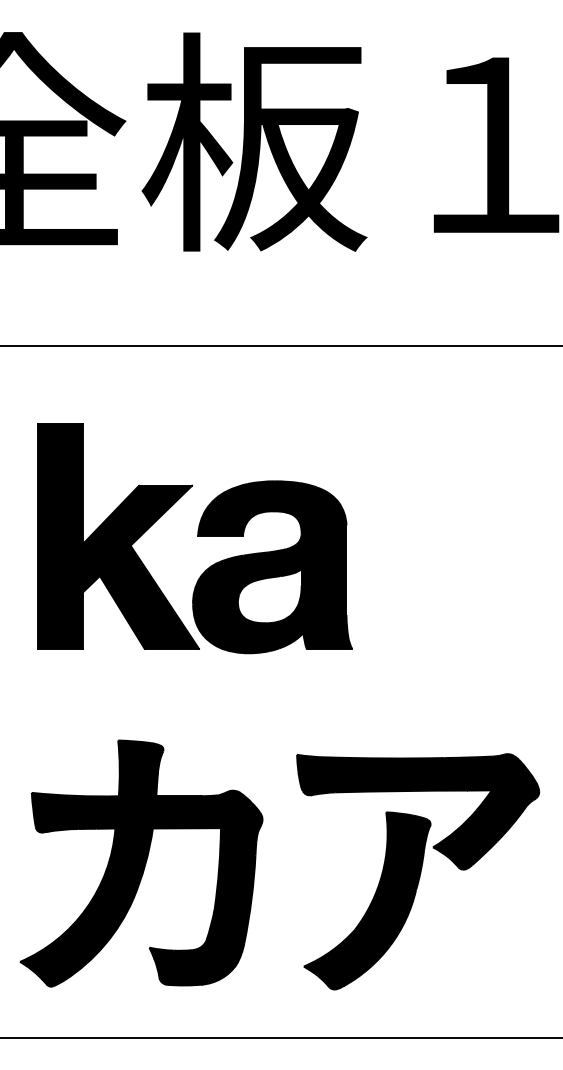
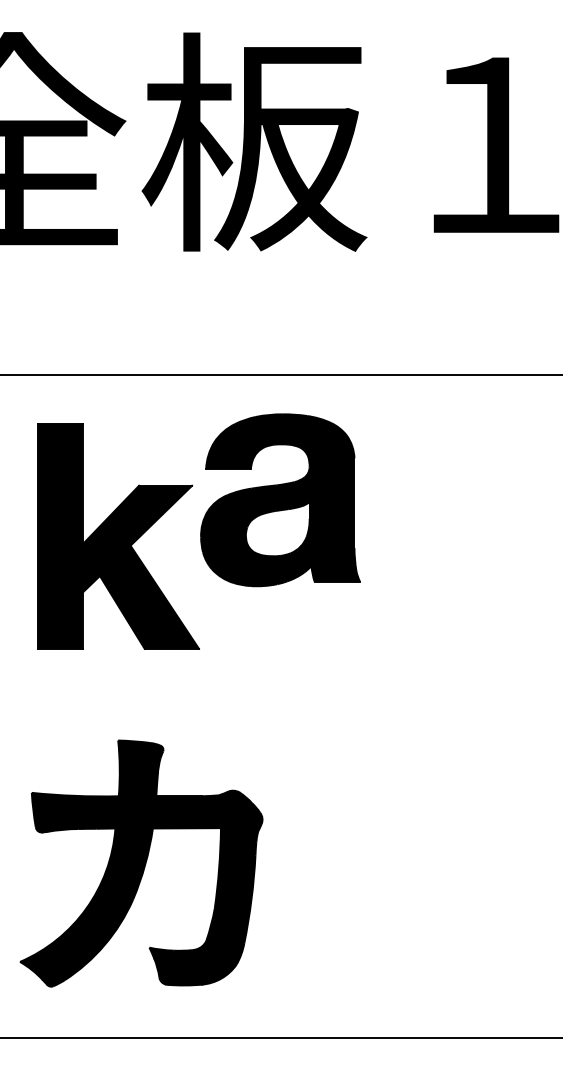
line at (280, 346) position: (280, 346) -> (280, 375)
part at (272, 567) position: (272, 567) -> (280, 500)
part at (418, 871): present -> none
